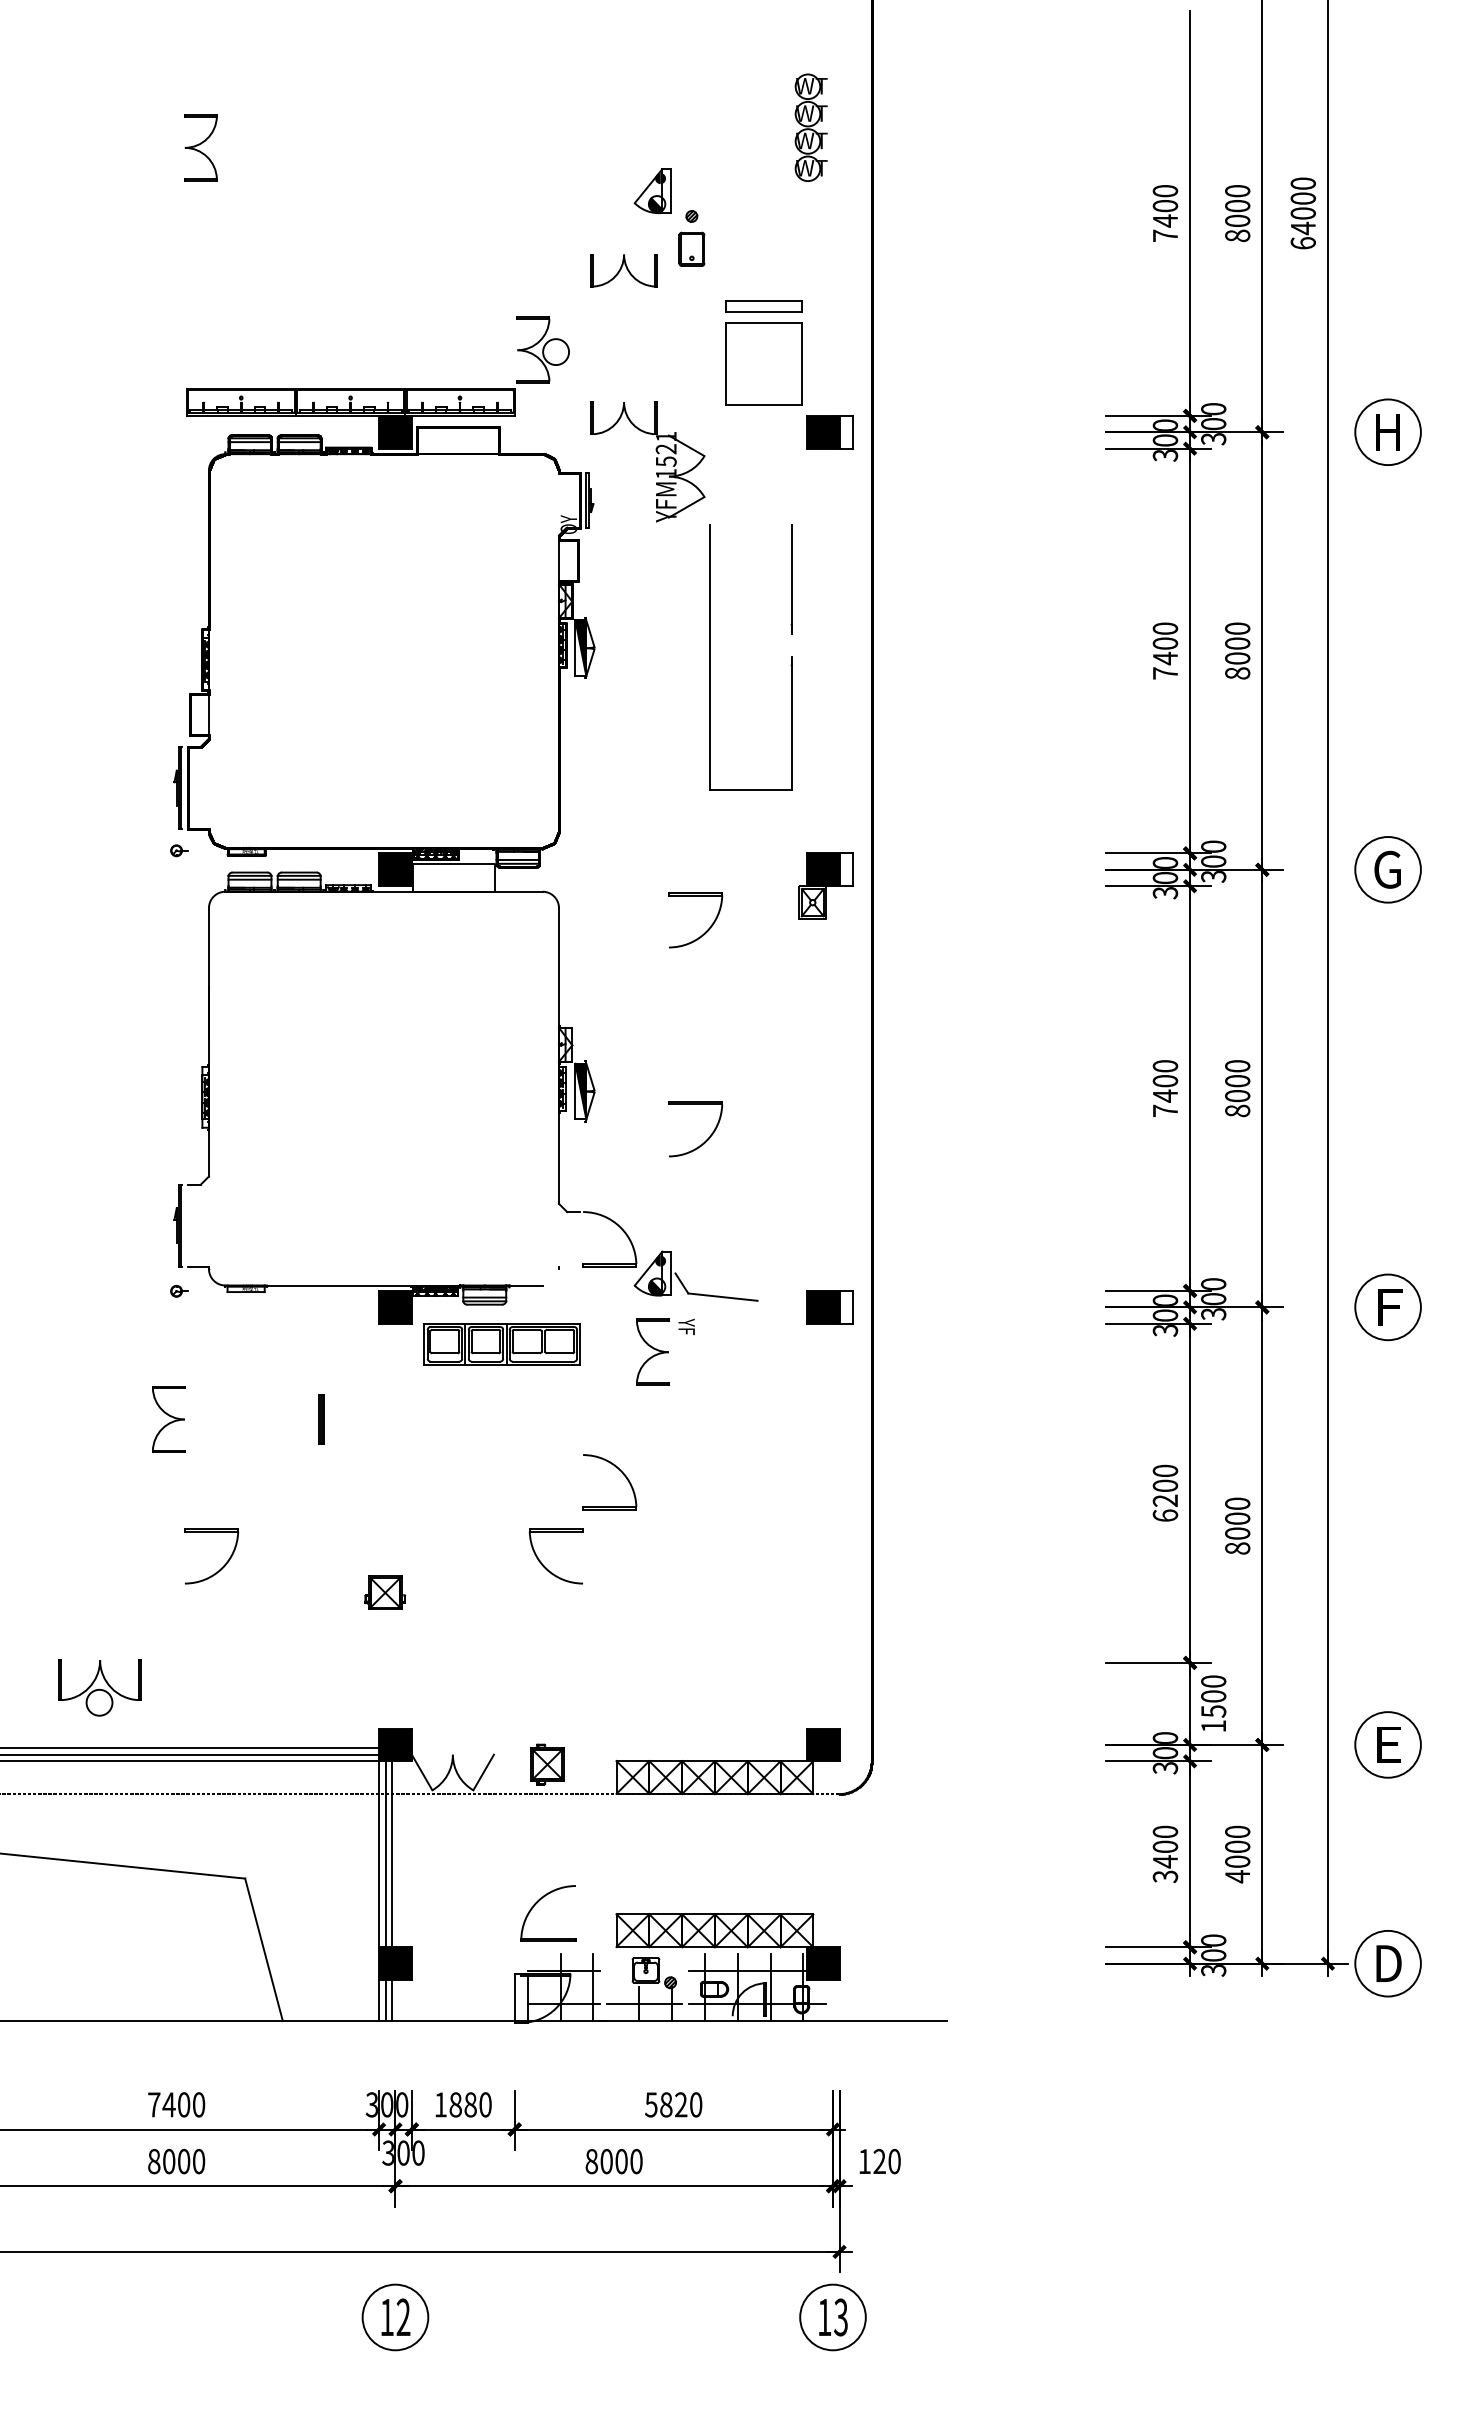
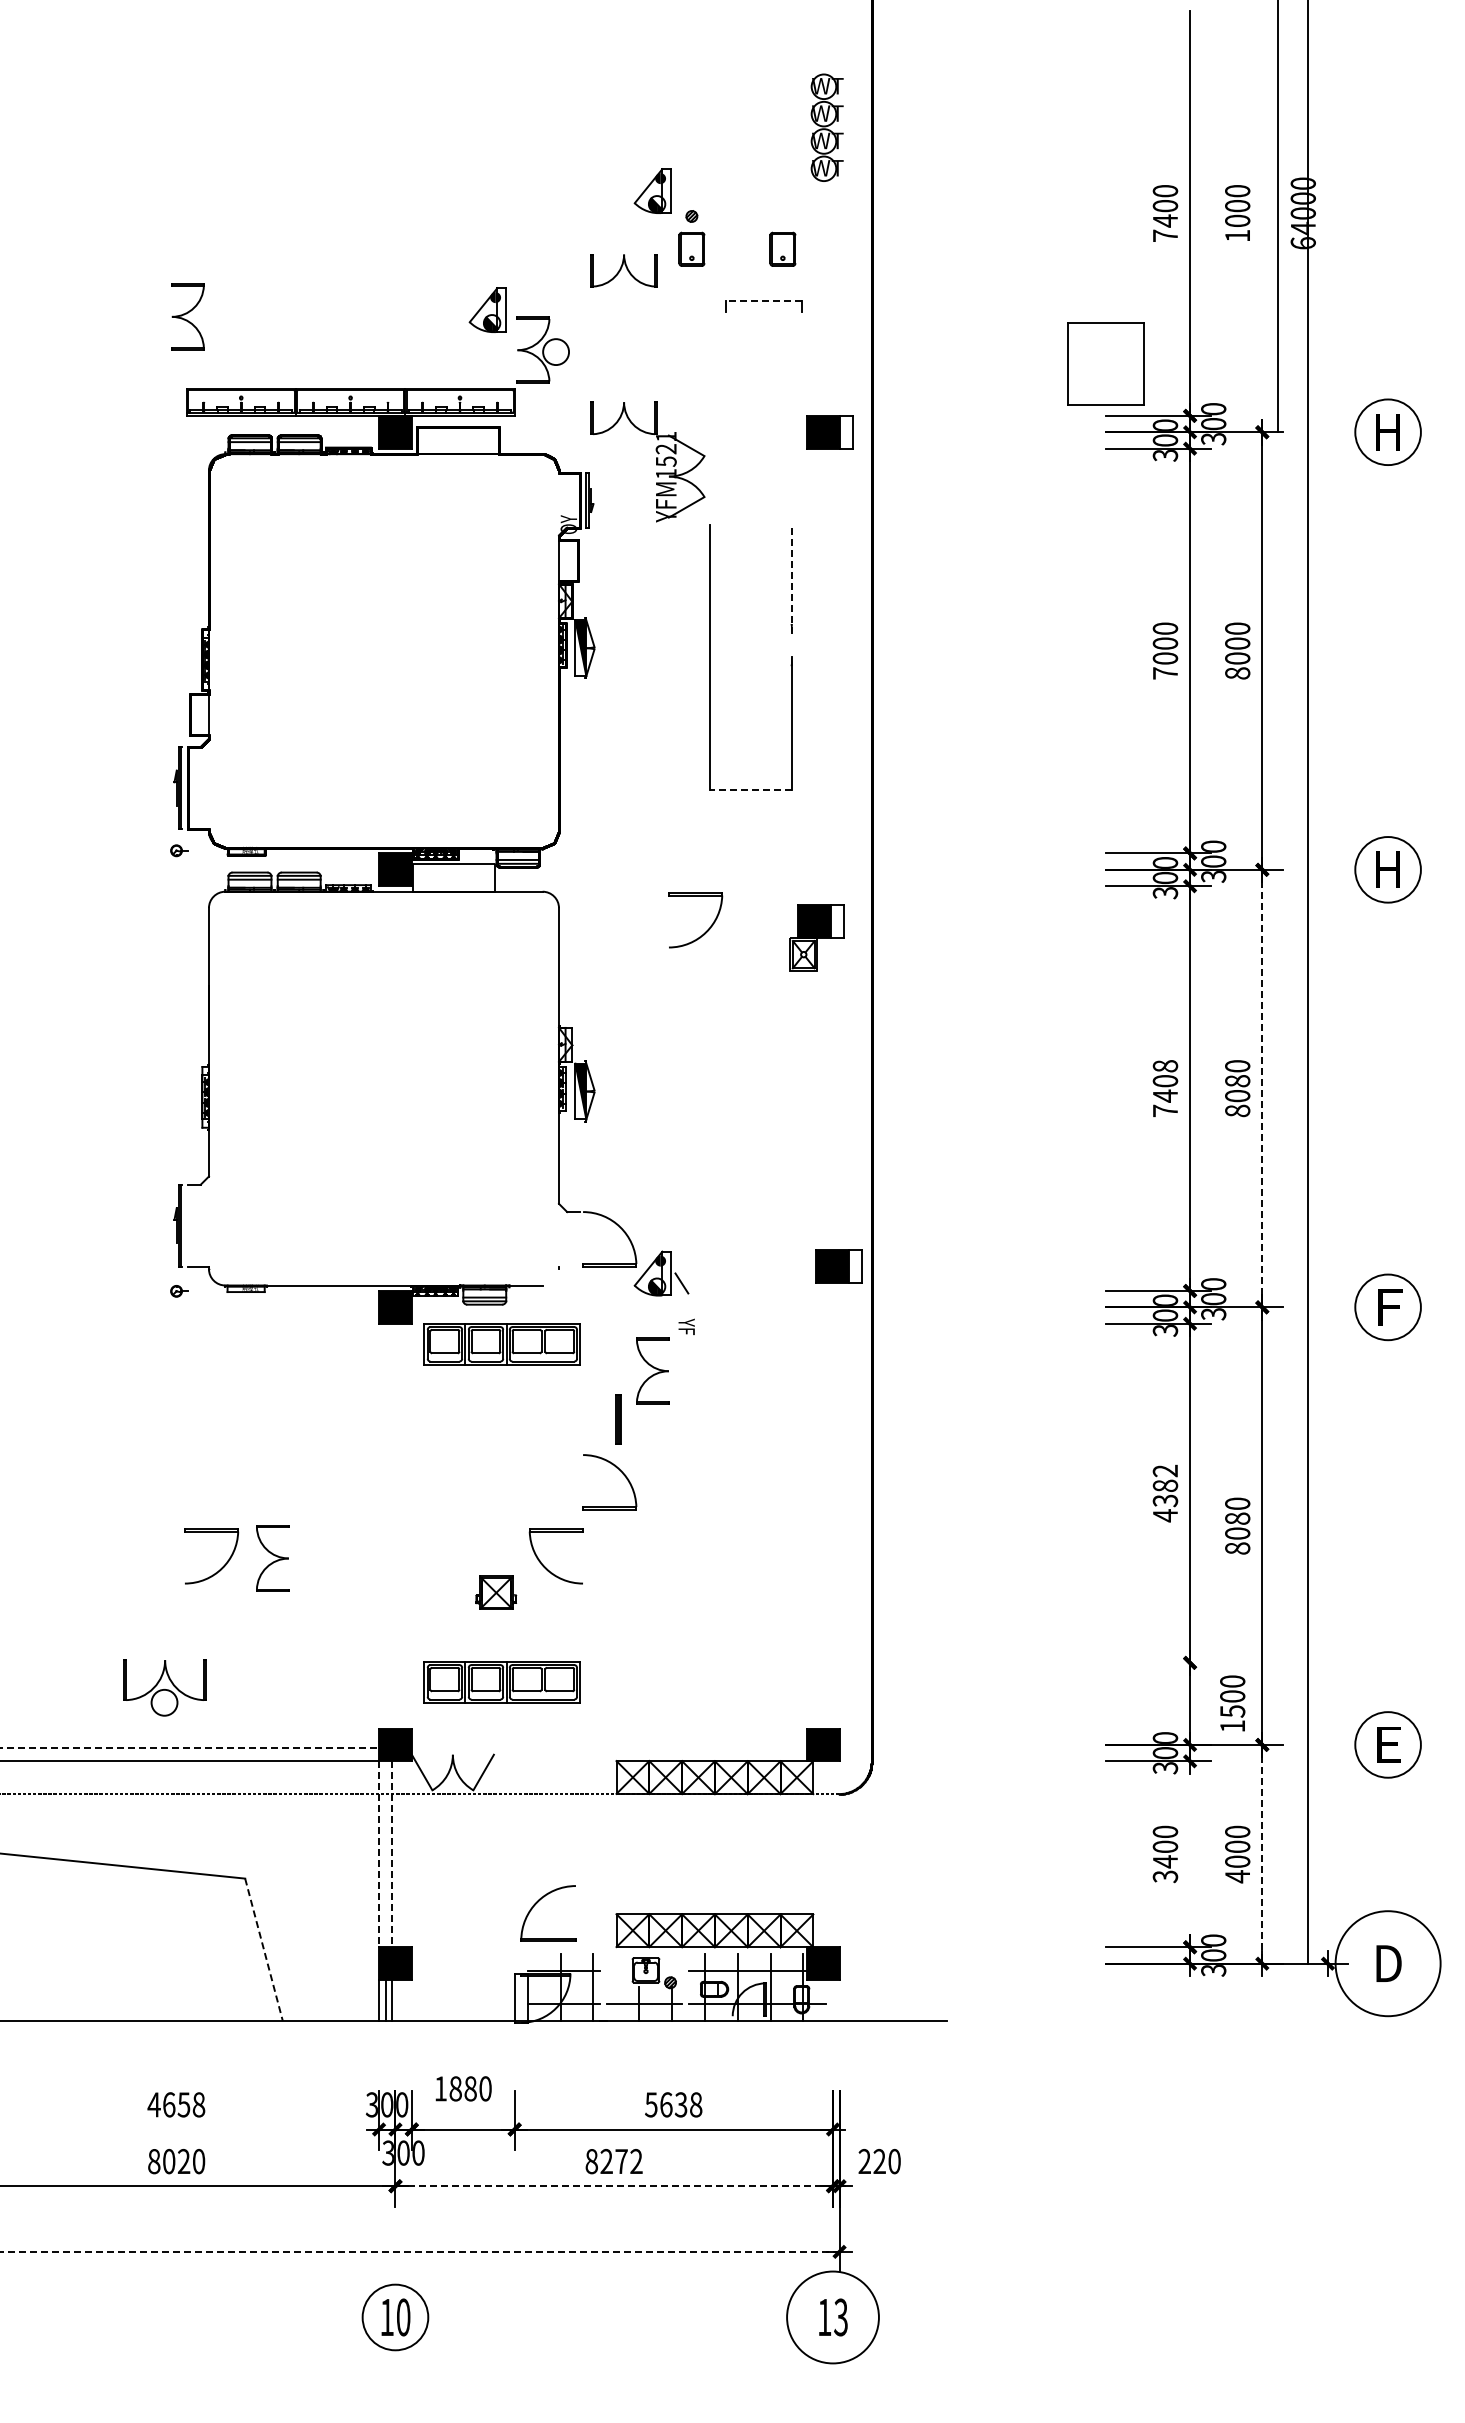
part at (810, 127) position: (810, 127) -> (826, 127)
part at (200, 147) position: (200, 147) -> (187, 316)
line at (1262, 217) position: (1262, 217) -> (1278, 217)
text at (1237, 235): 8000 -> 1000
part at (782, 248): none -> present
line at (763, 301): solid -> dashed
part at (487, 309): none -> present
line at (763, 311): present -> none
part at (763, 363) position: (763, 363) -> (1105, 363)
line at (791, 579): solid -> dashed
text at (1165, 658): 7400 -> 7000
line at (750, 789): solid -> dashed
text at (1387, 869): G -> H
part at (825, 885) position: (825, 885) -> (816, 937)
line at (1327, 982) position: (1327, 982) -> (1307, 982)
text at (1165, 1066): 7400 -> 7408
text at (1237, 1081): 8000 -> 8080
line at (1262, 1088): solid -> dashed
part at (706, 1139): present -> none
line at (722, 1296): present -> none
part at (829, 1307) position: (829, 1307) -> (838, 1266)
part at (652, 1351) position: (652, 1351) -> (652, 1370)
part at (168, 1419) position: (168, 1419) -> (272, 1558)
part at (321, 1419) position: (321, 1419) -> (618, 1419)
text at (1165, 1493): 6200 -> 4382
text at (1237, 1518): 8000 -> 8080
part at (385, 1592) position: (385, 1592) -> (496, 1592)
line at (1158, 1662): present -> none
part at (501, 1682): none -> present
part at (99, 1687) position: (99, 1687) -> (164, 1687)
text at (1213, 1703) position: (1213, 1703) -> (1232, 1703)
line at (190, 1748): solid -> dashed
line at (190, 1754): present -> none
part at (547, 1764): present -> none
line at (379, 1854): solid -> dashed
line at (385, 1854): present -> none
line at (392, 1854): solid -> dashed
line at (1190, 1854): present -> none
line at (1262, 1854): solid -> dashed
line at (264, 1949): solid -> dashed
circle at (1387, 1963) diameter: 66 px -> 105 px
text at (176, 2104): 7400 -> 4658
text at (463, 2104) position: (463, 2104) -> (463, 2088)
text at (681, 2104): 5820 -> 5638
line at (190, 2129): present -> none
text at (864, 2160): 120 -> 220
text at (183, 2161): 8000 -> 8020
text at (621, 2161): 8000 -> 8272
line at (614, 2186): solid -> dashed
line at (419, 2251): solid -> dashed
text at (403, 2317): 12 -> 10
circle at (832, 2317) diameter: 66 px -> 92 px
